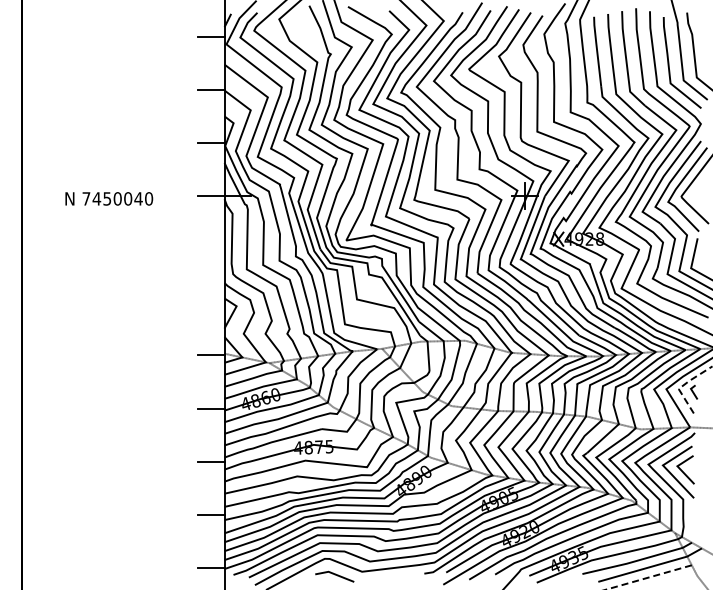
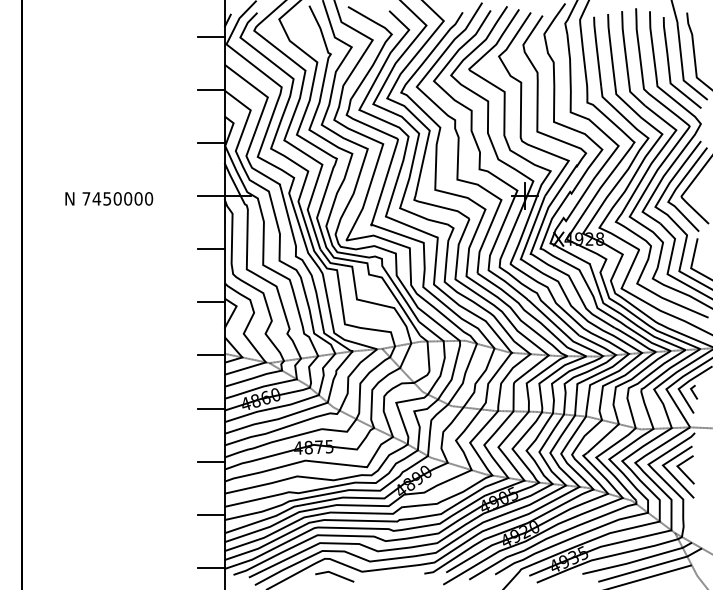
text at (138, 198): 7450040 -> 7450000
line at (211, 249): none -> present
line at (211, 302): none -> present
line at (683, 385): dashed -> solid
line at (648, 577): dashed -> solid
